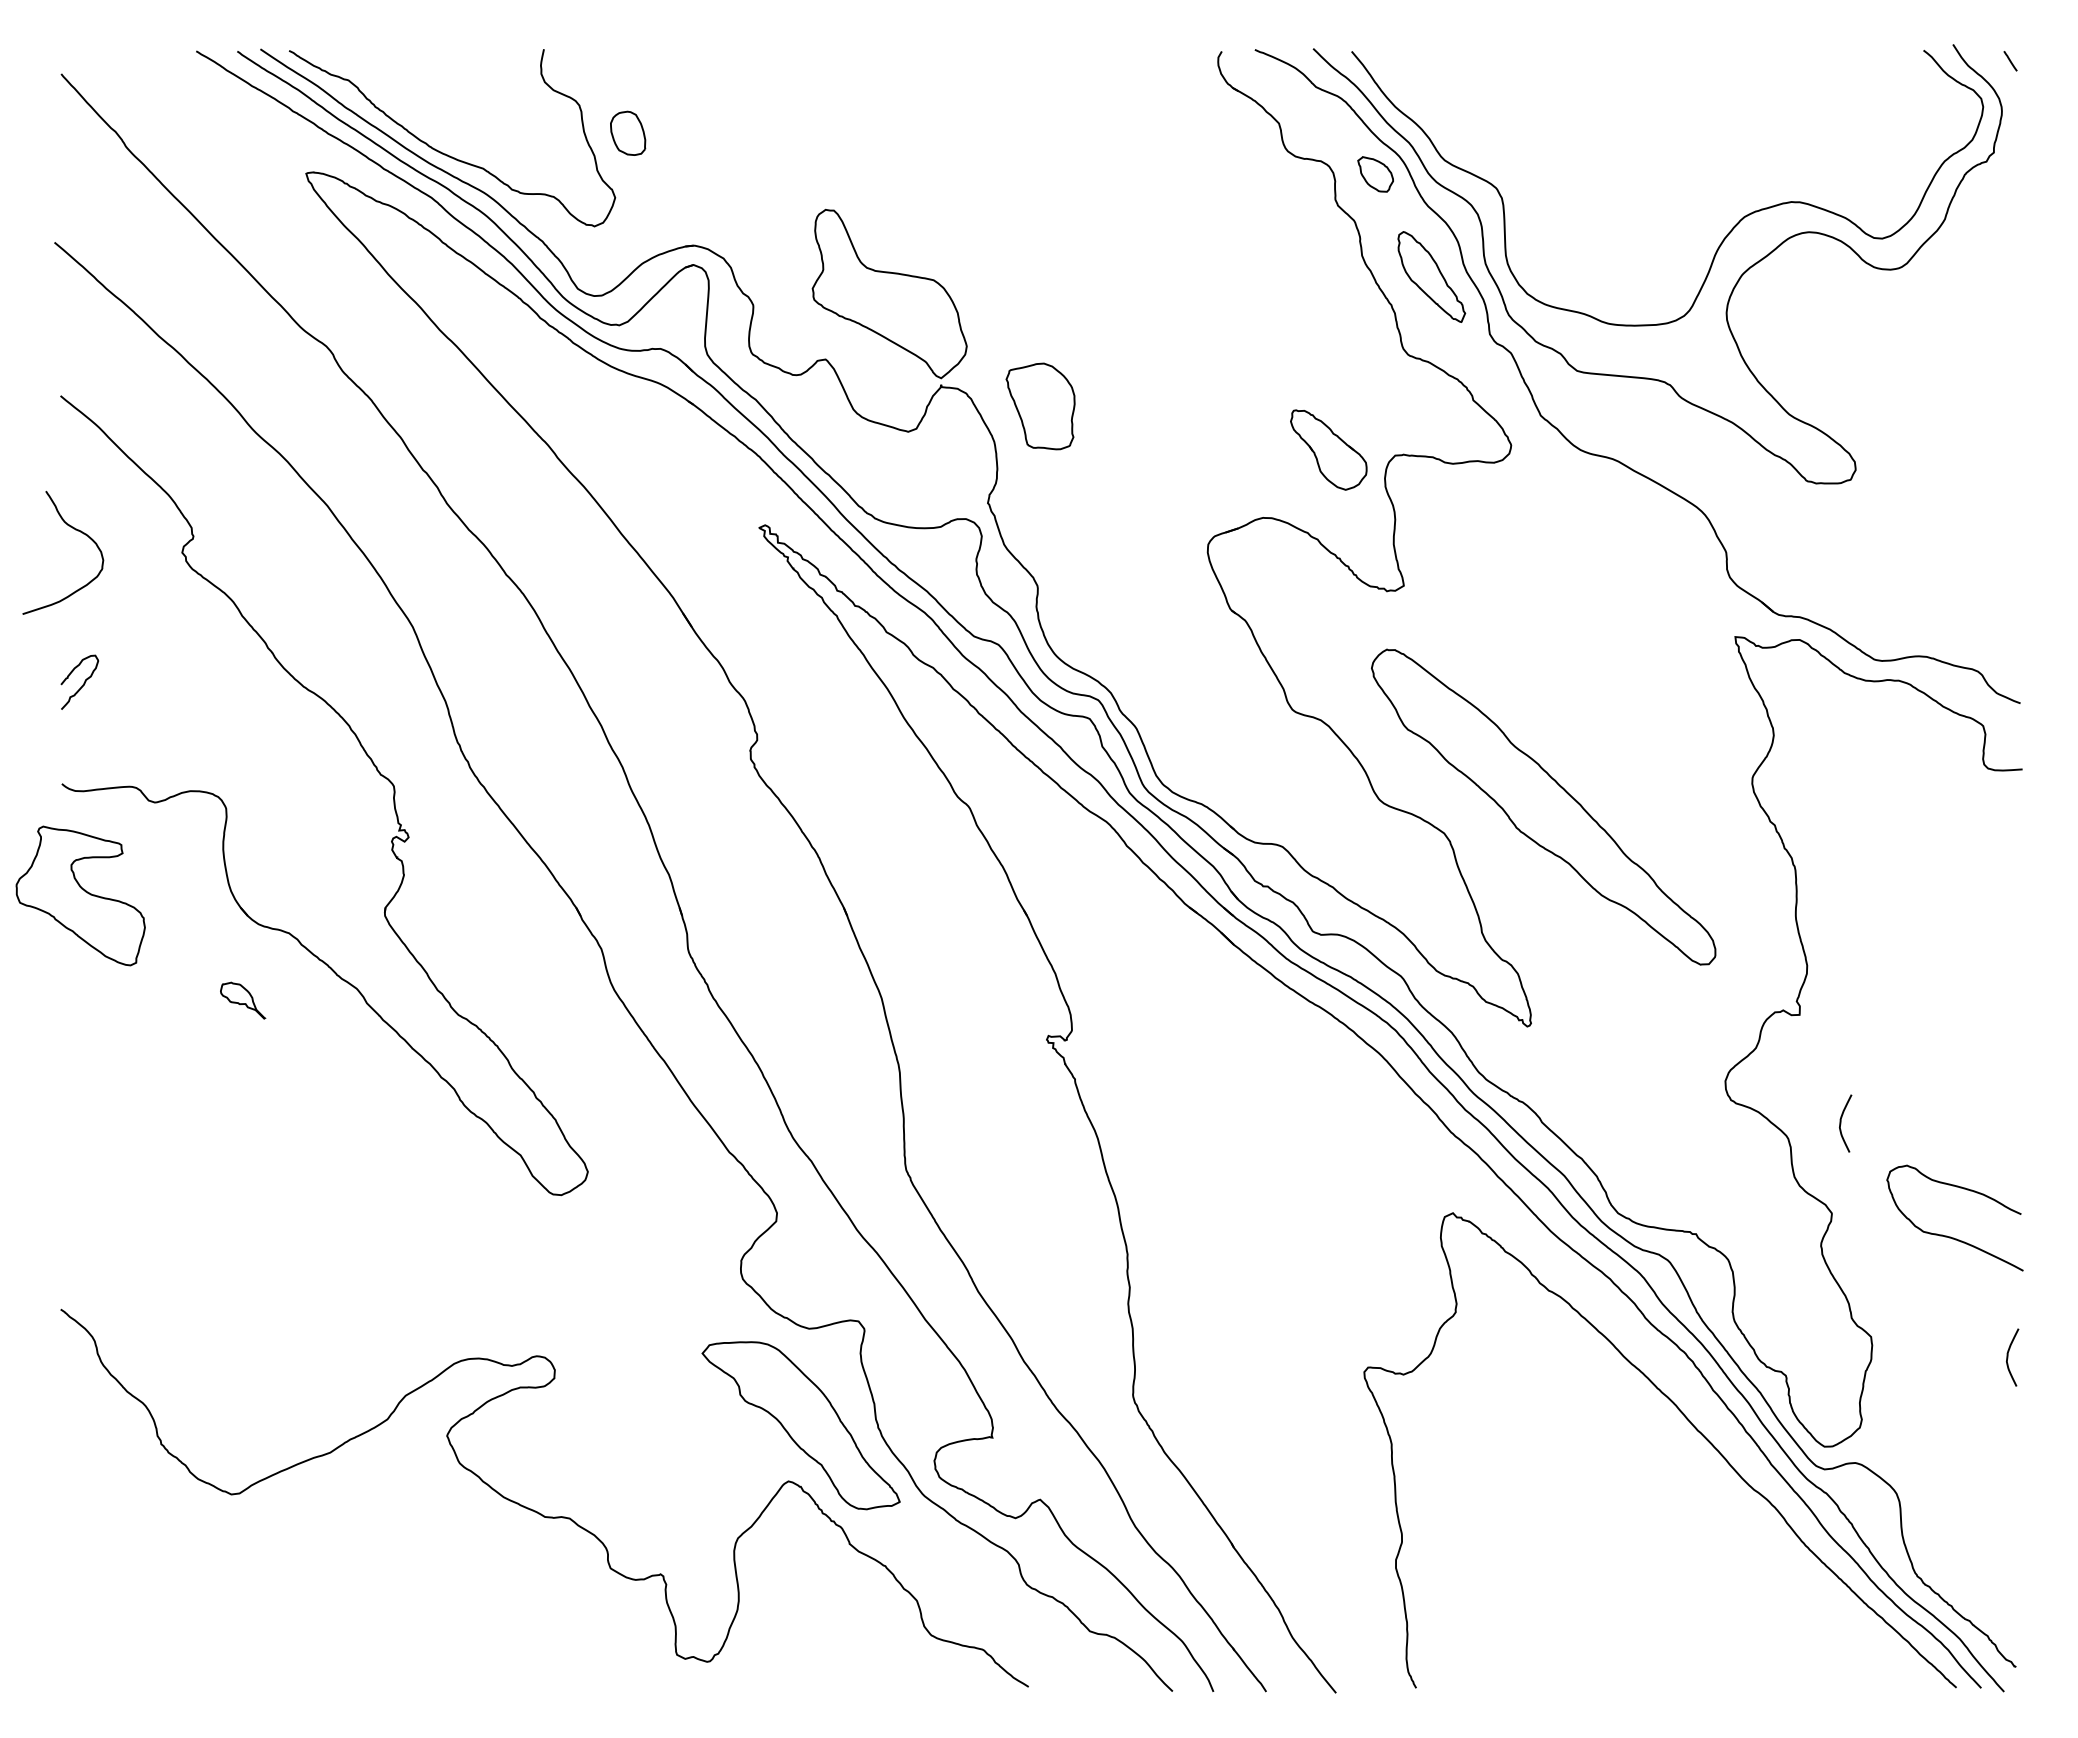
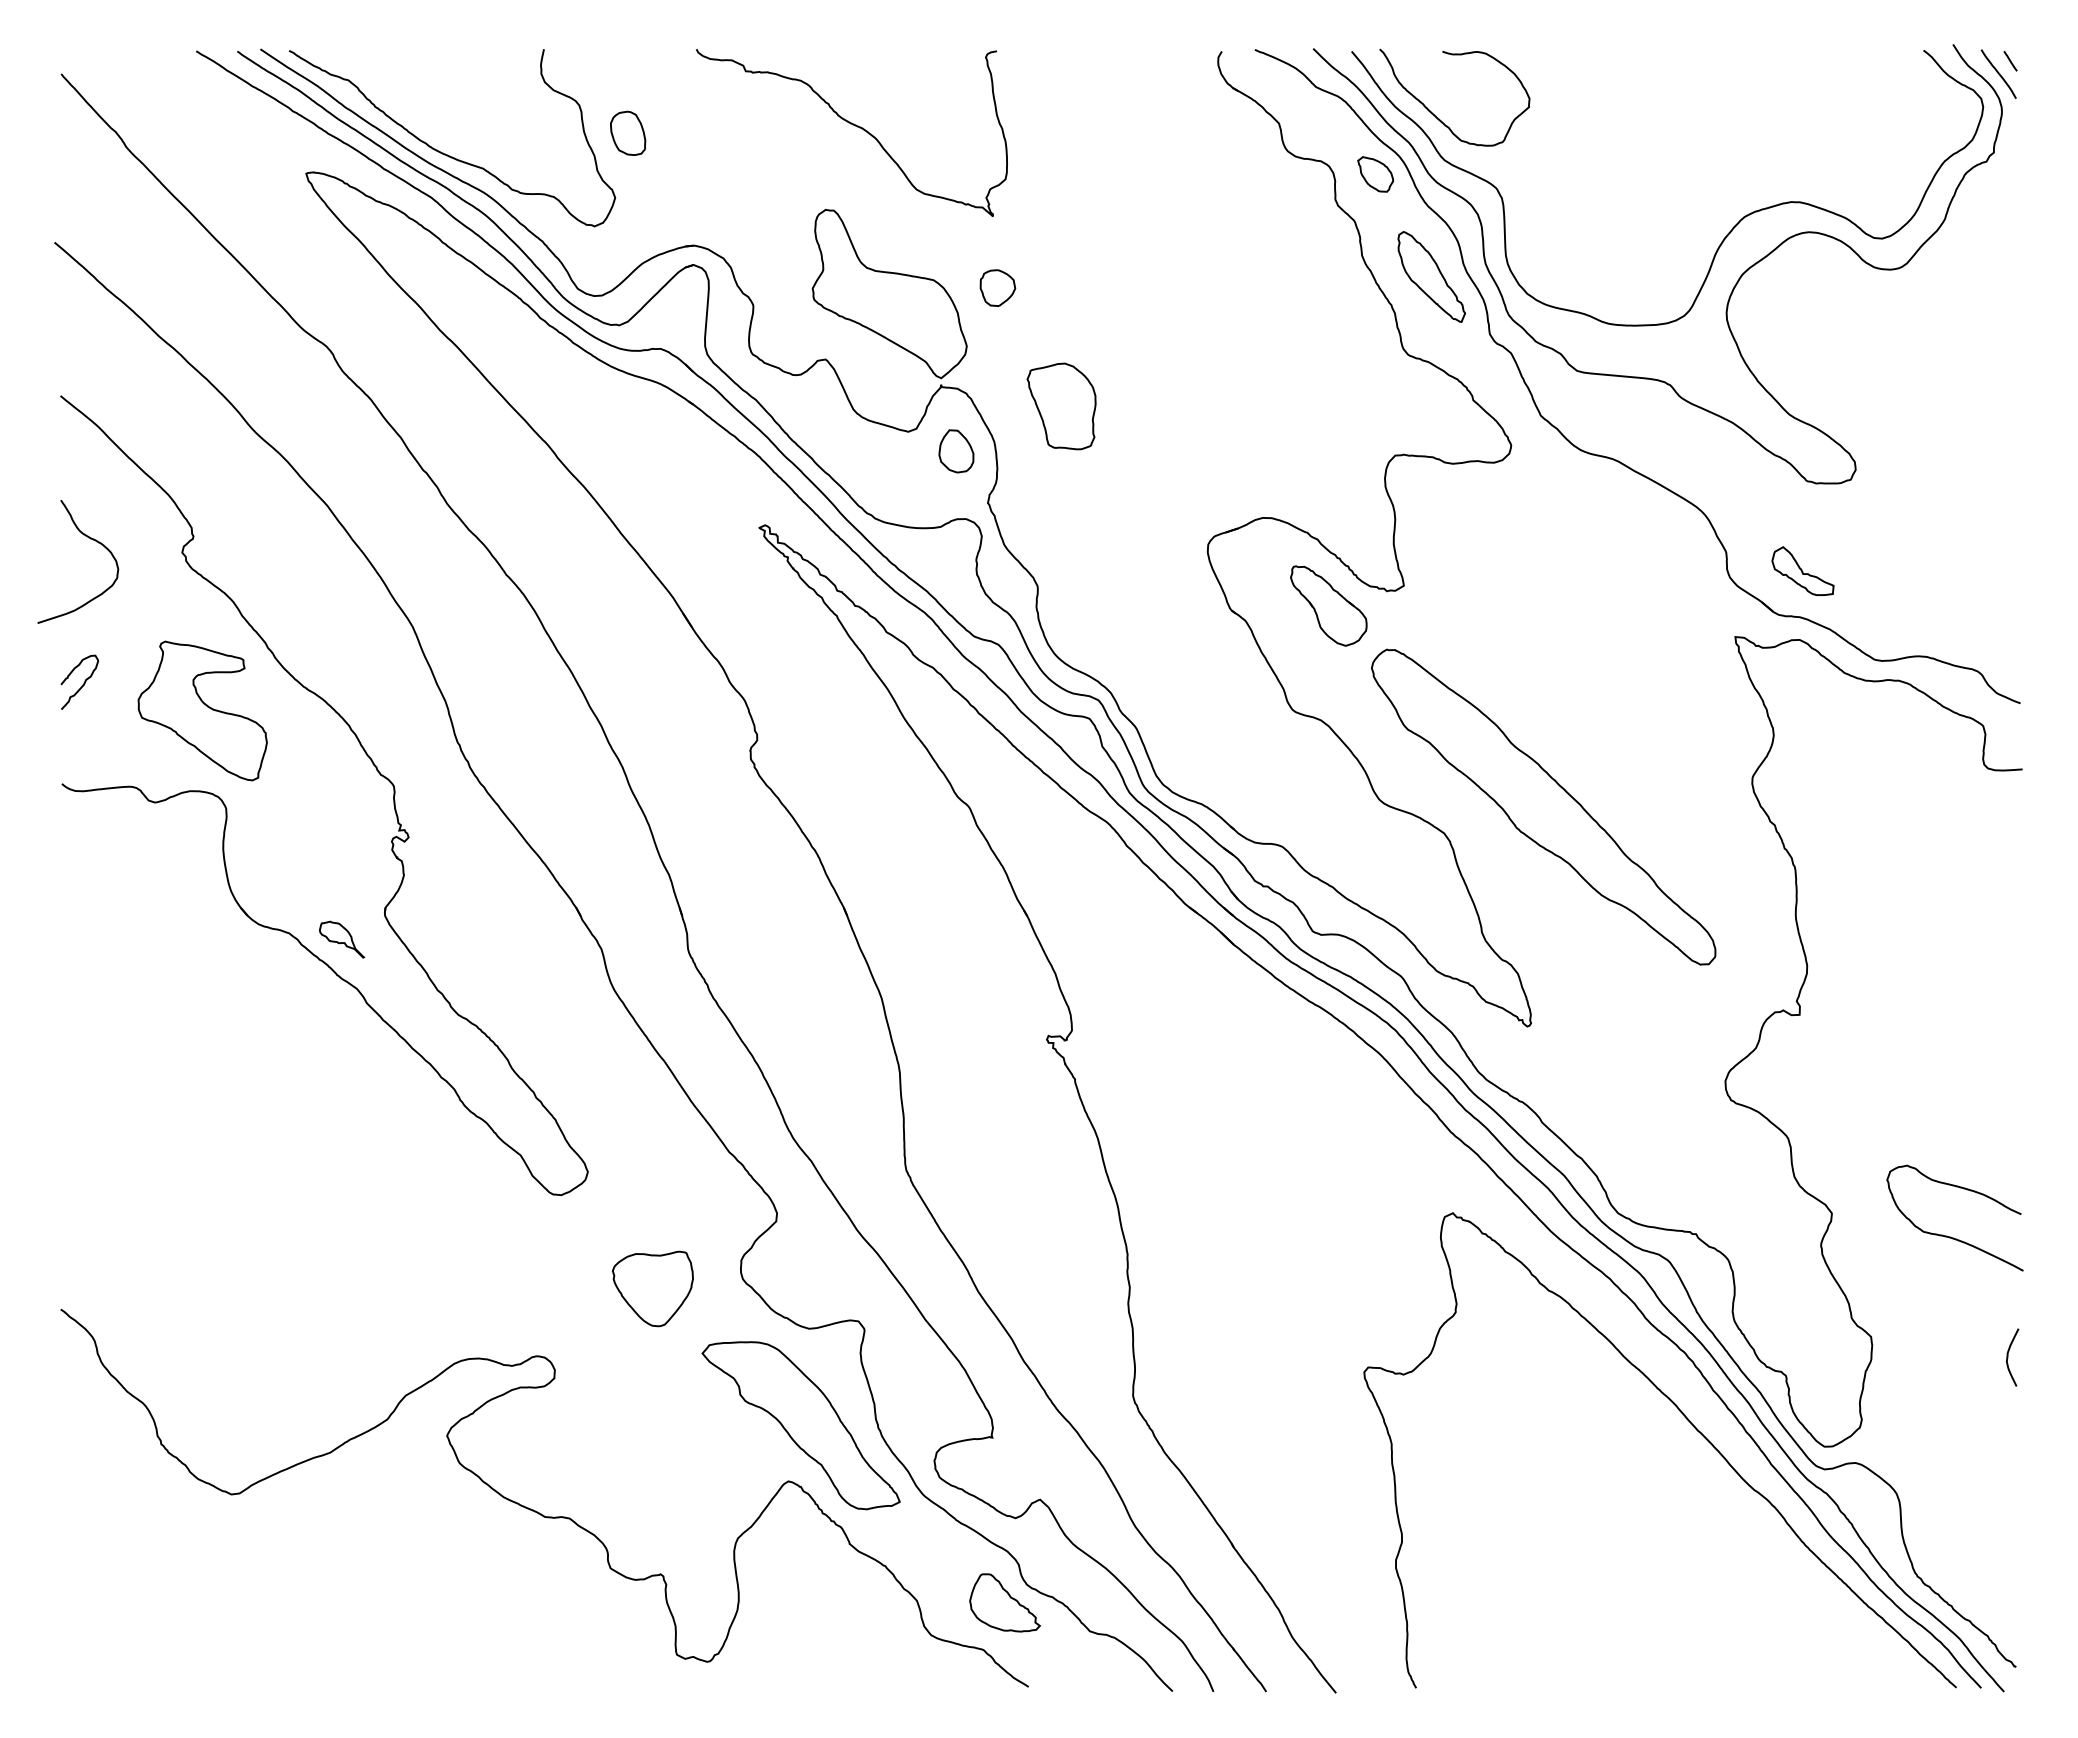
curve at (1998, 73): none -> present
curve at (1436, 115): none -> present
curve at (852, 125): none -> present
part at (997, 287): none -> present
part at (1040, 406) position: (1040, 406) -> (1061, 406)
part at (1328, 449) position: (1328, 449) -> (1328, 605)
part at (956, 451): none -> present
curve at (75, 530) position: (75, 530) -> (90, 539)
part at (1802, 570): none -> present
part at (80, 895) position: (80, 895) -> (202, 710)
part at (243, 1000) position: (243, 1000) -> (342, 939)
curve at (1841, 1123): present -> none
part at (652, 1288): none -> present
part at (1004, 1602): none -> present
